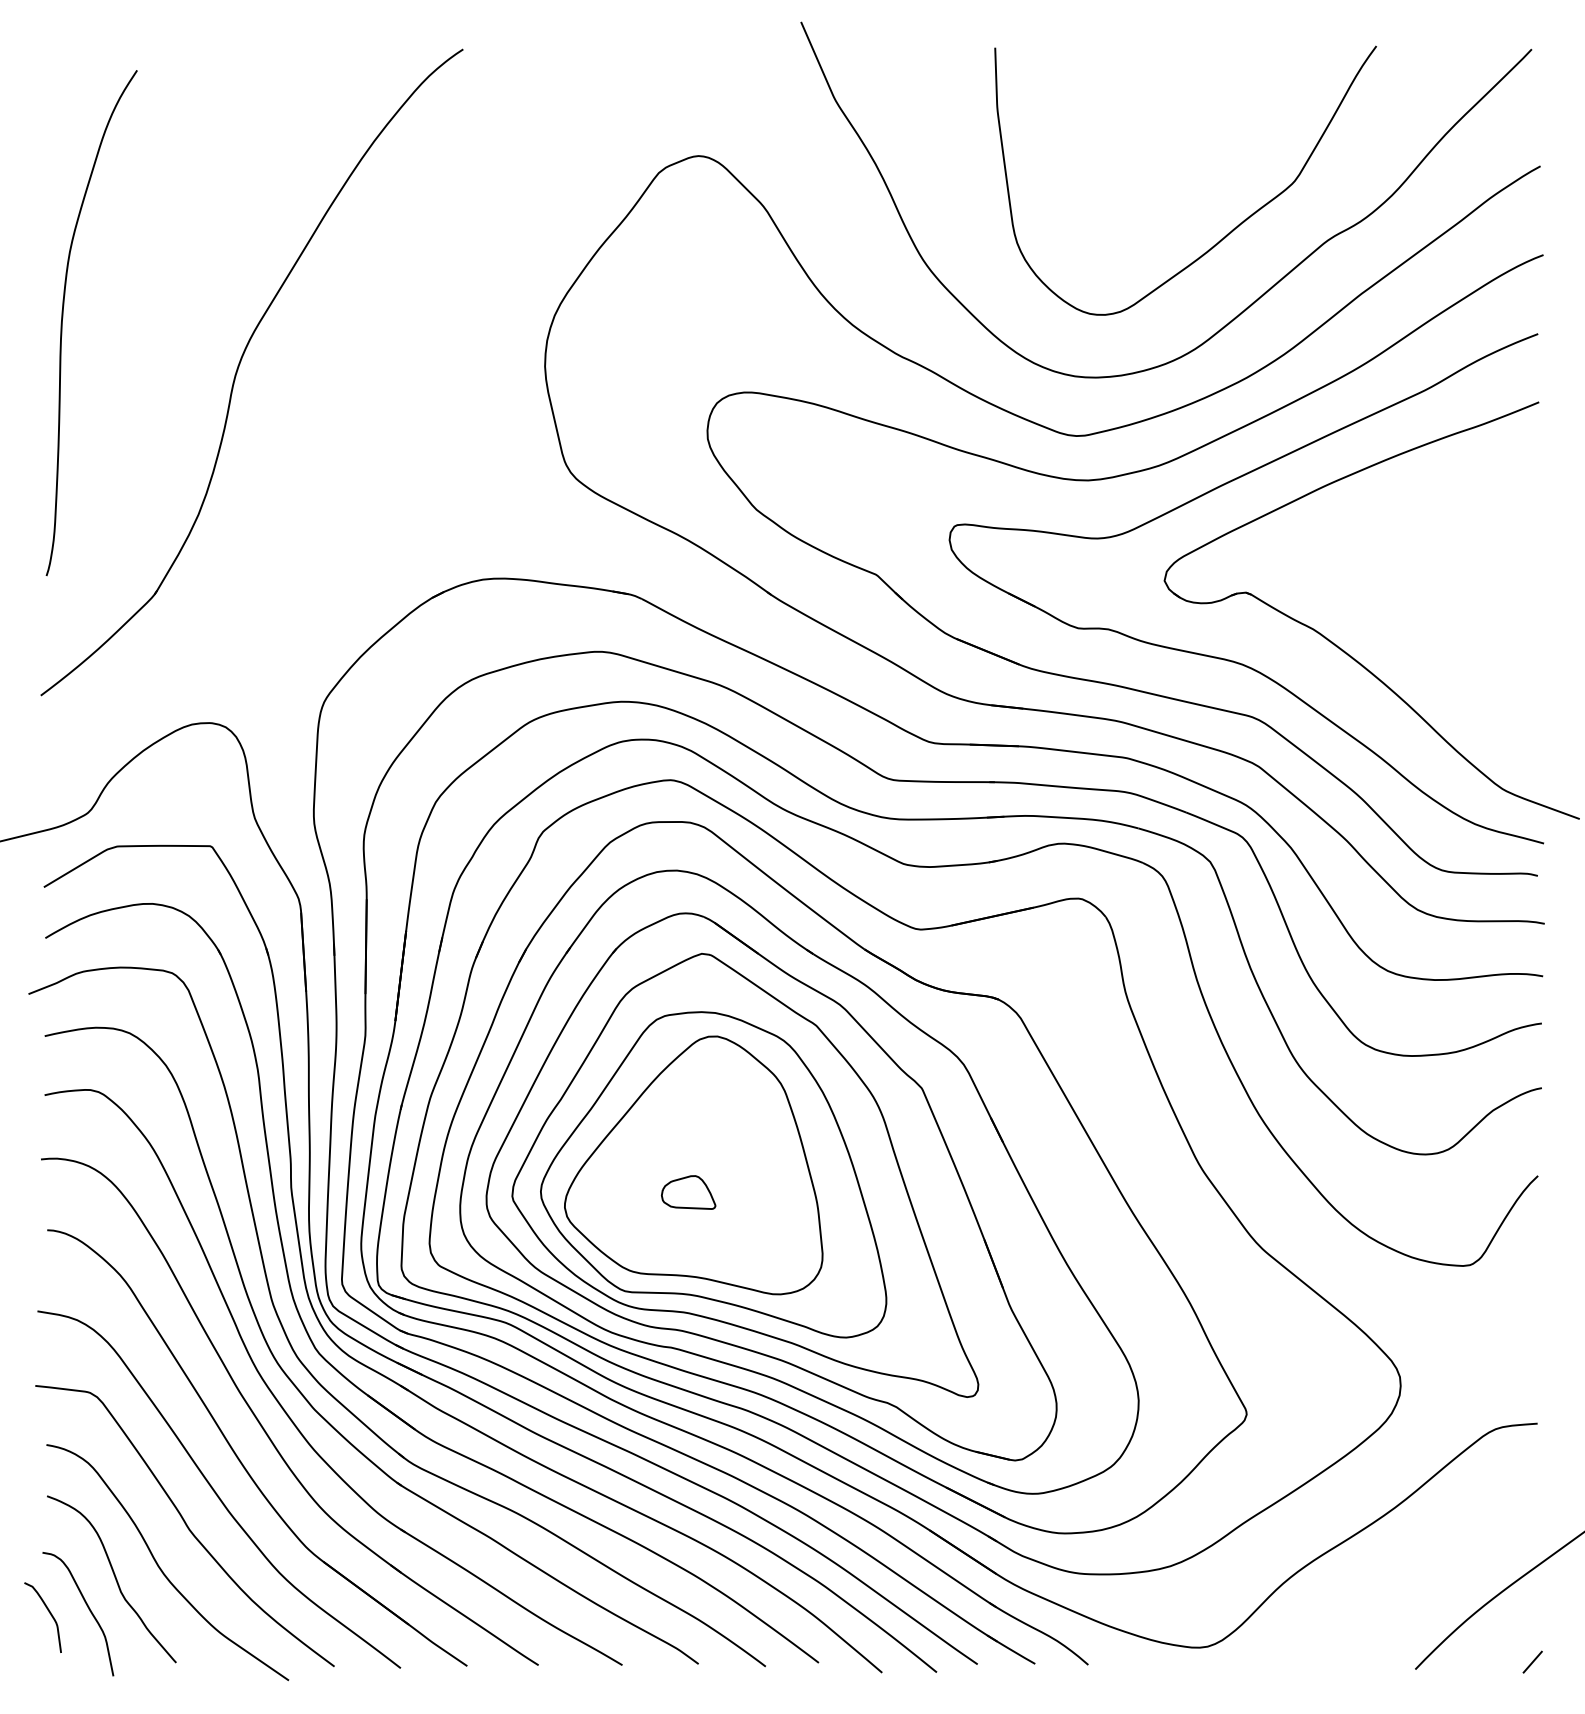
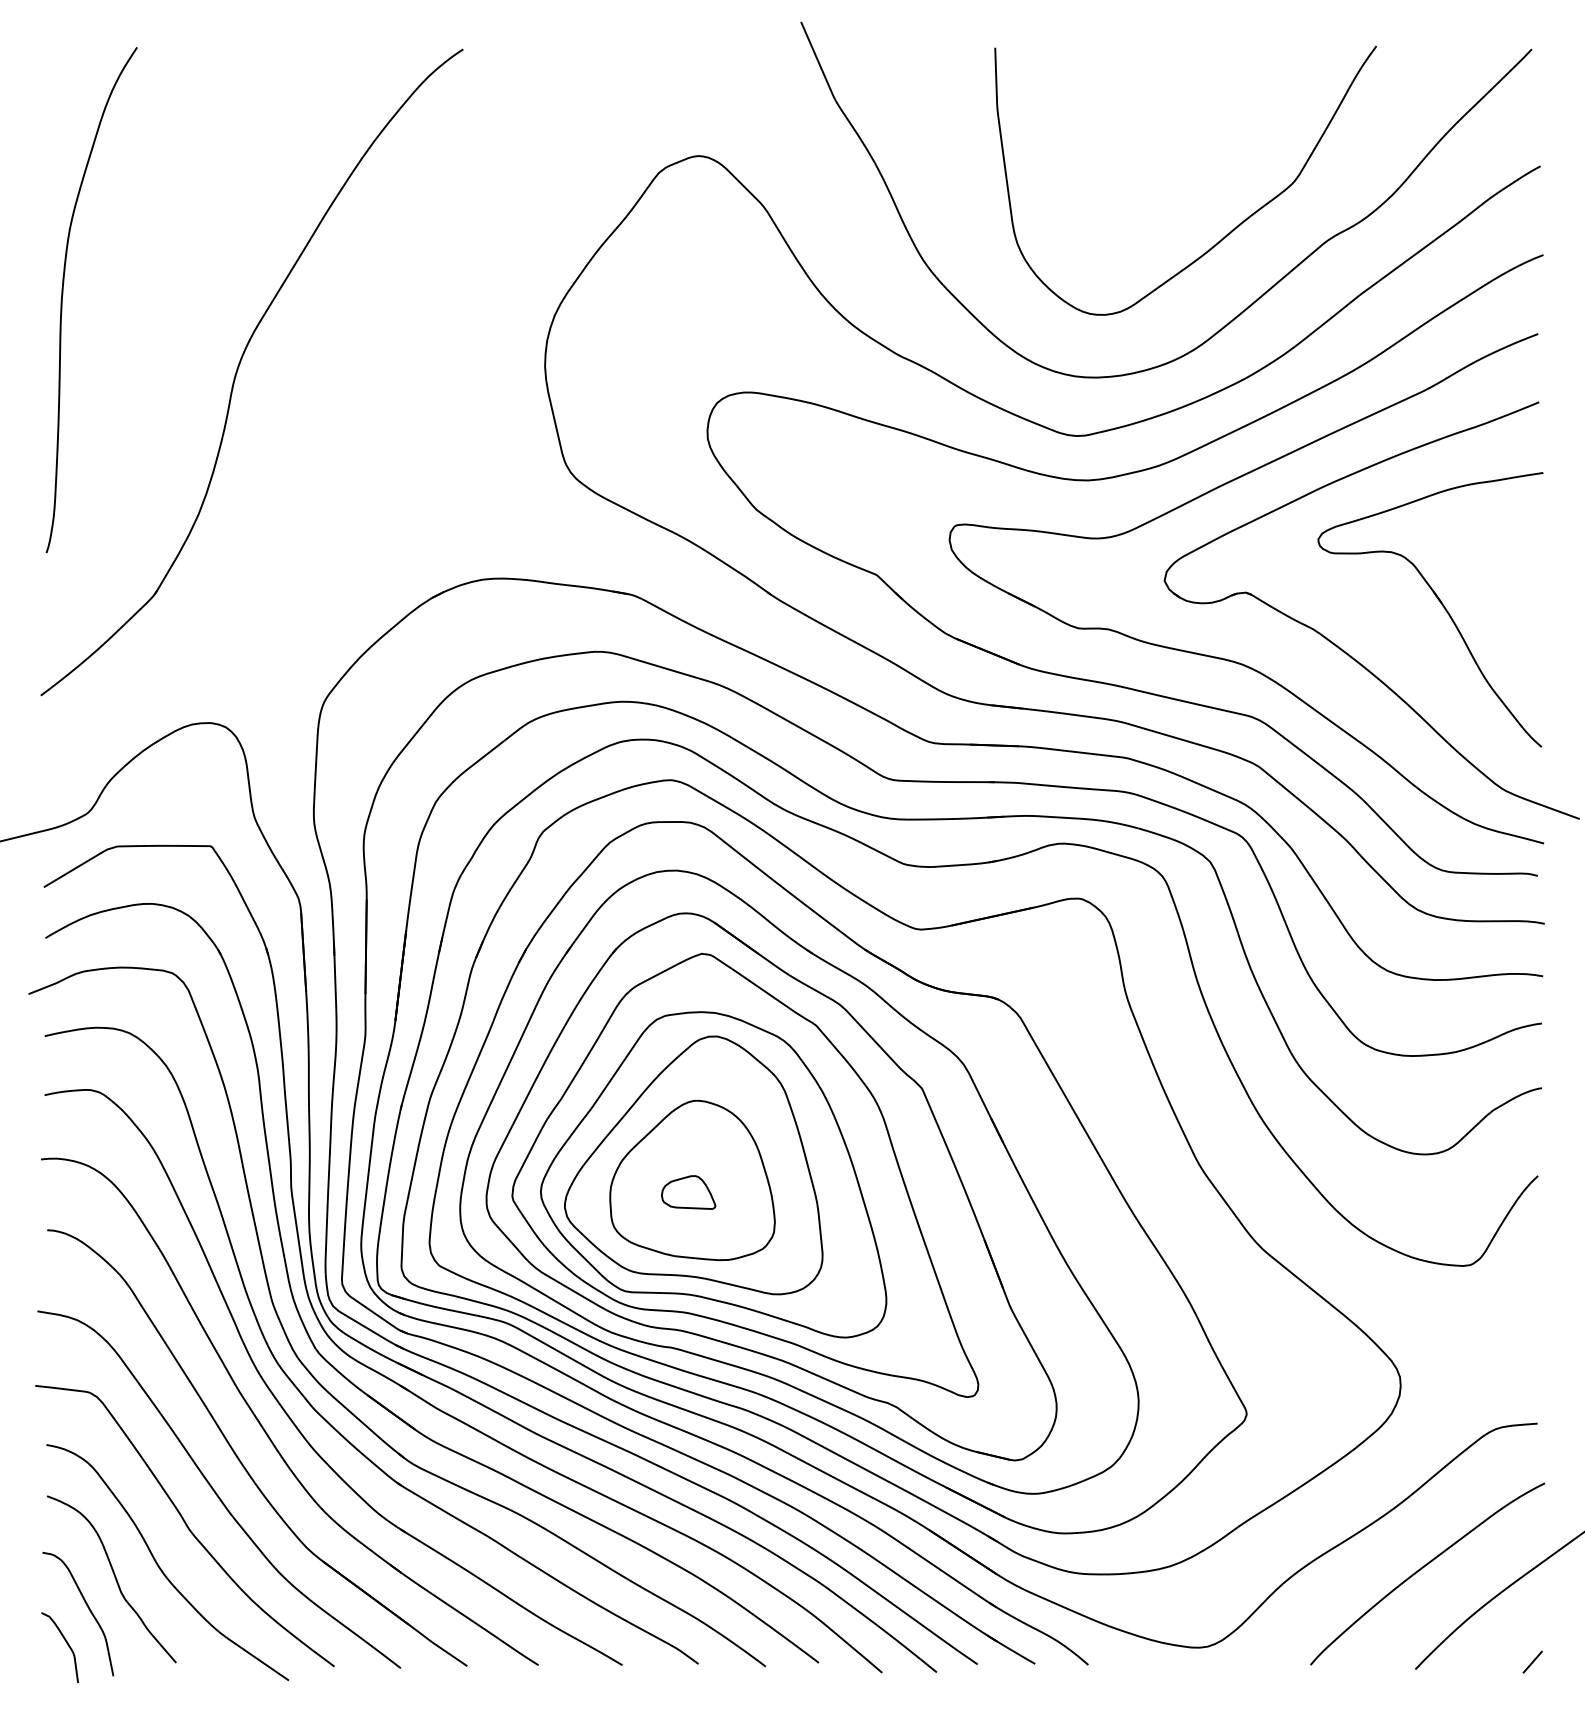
curve at (63, 318) position: (63, 318) -> (63, 295)
part at (1439, 602): none -> present
part at (692, 1180): none -> present
curve at (1423, 1568): none -> present
curve at (49, 1613) position: (49, 1613) -> (66, 1643)
